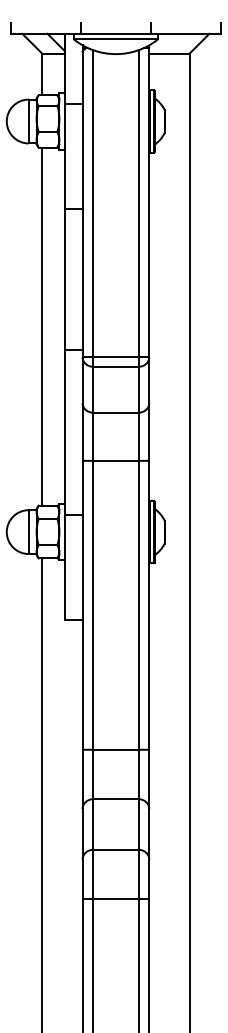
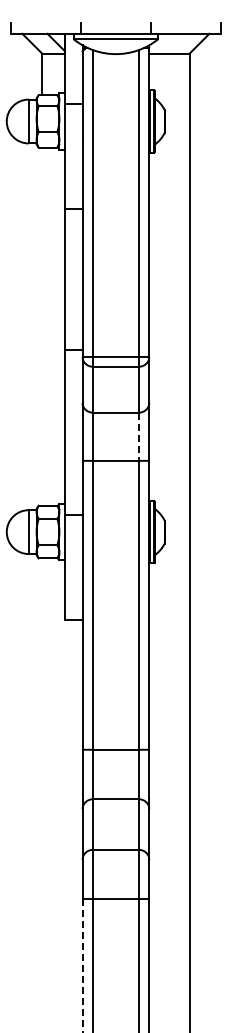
line at (42, 326): present -> none
line at (138, 437): solid -> dashed
line at (42, 793): present -> none
line at (82, 966): solid -> dashed
